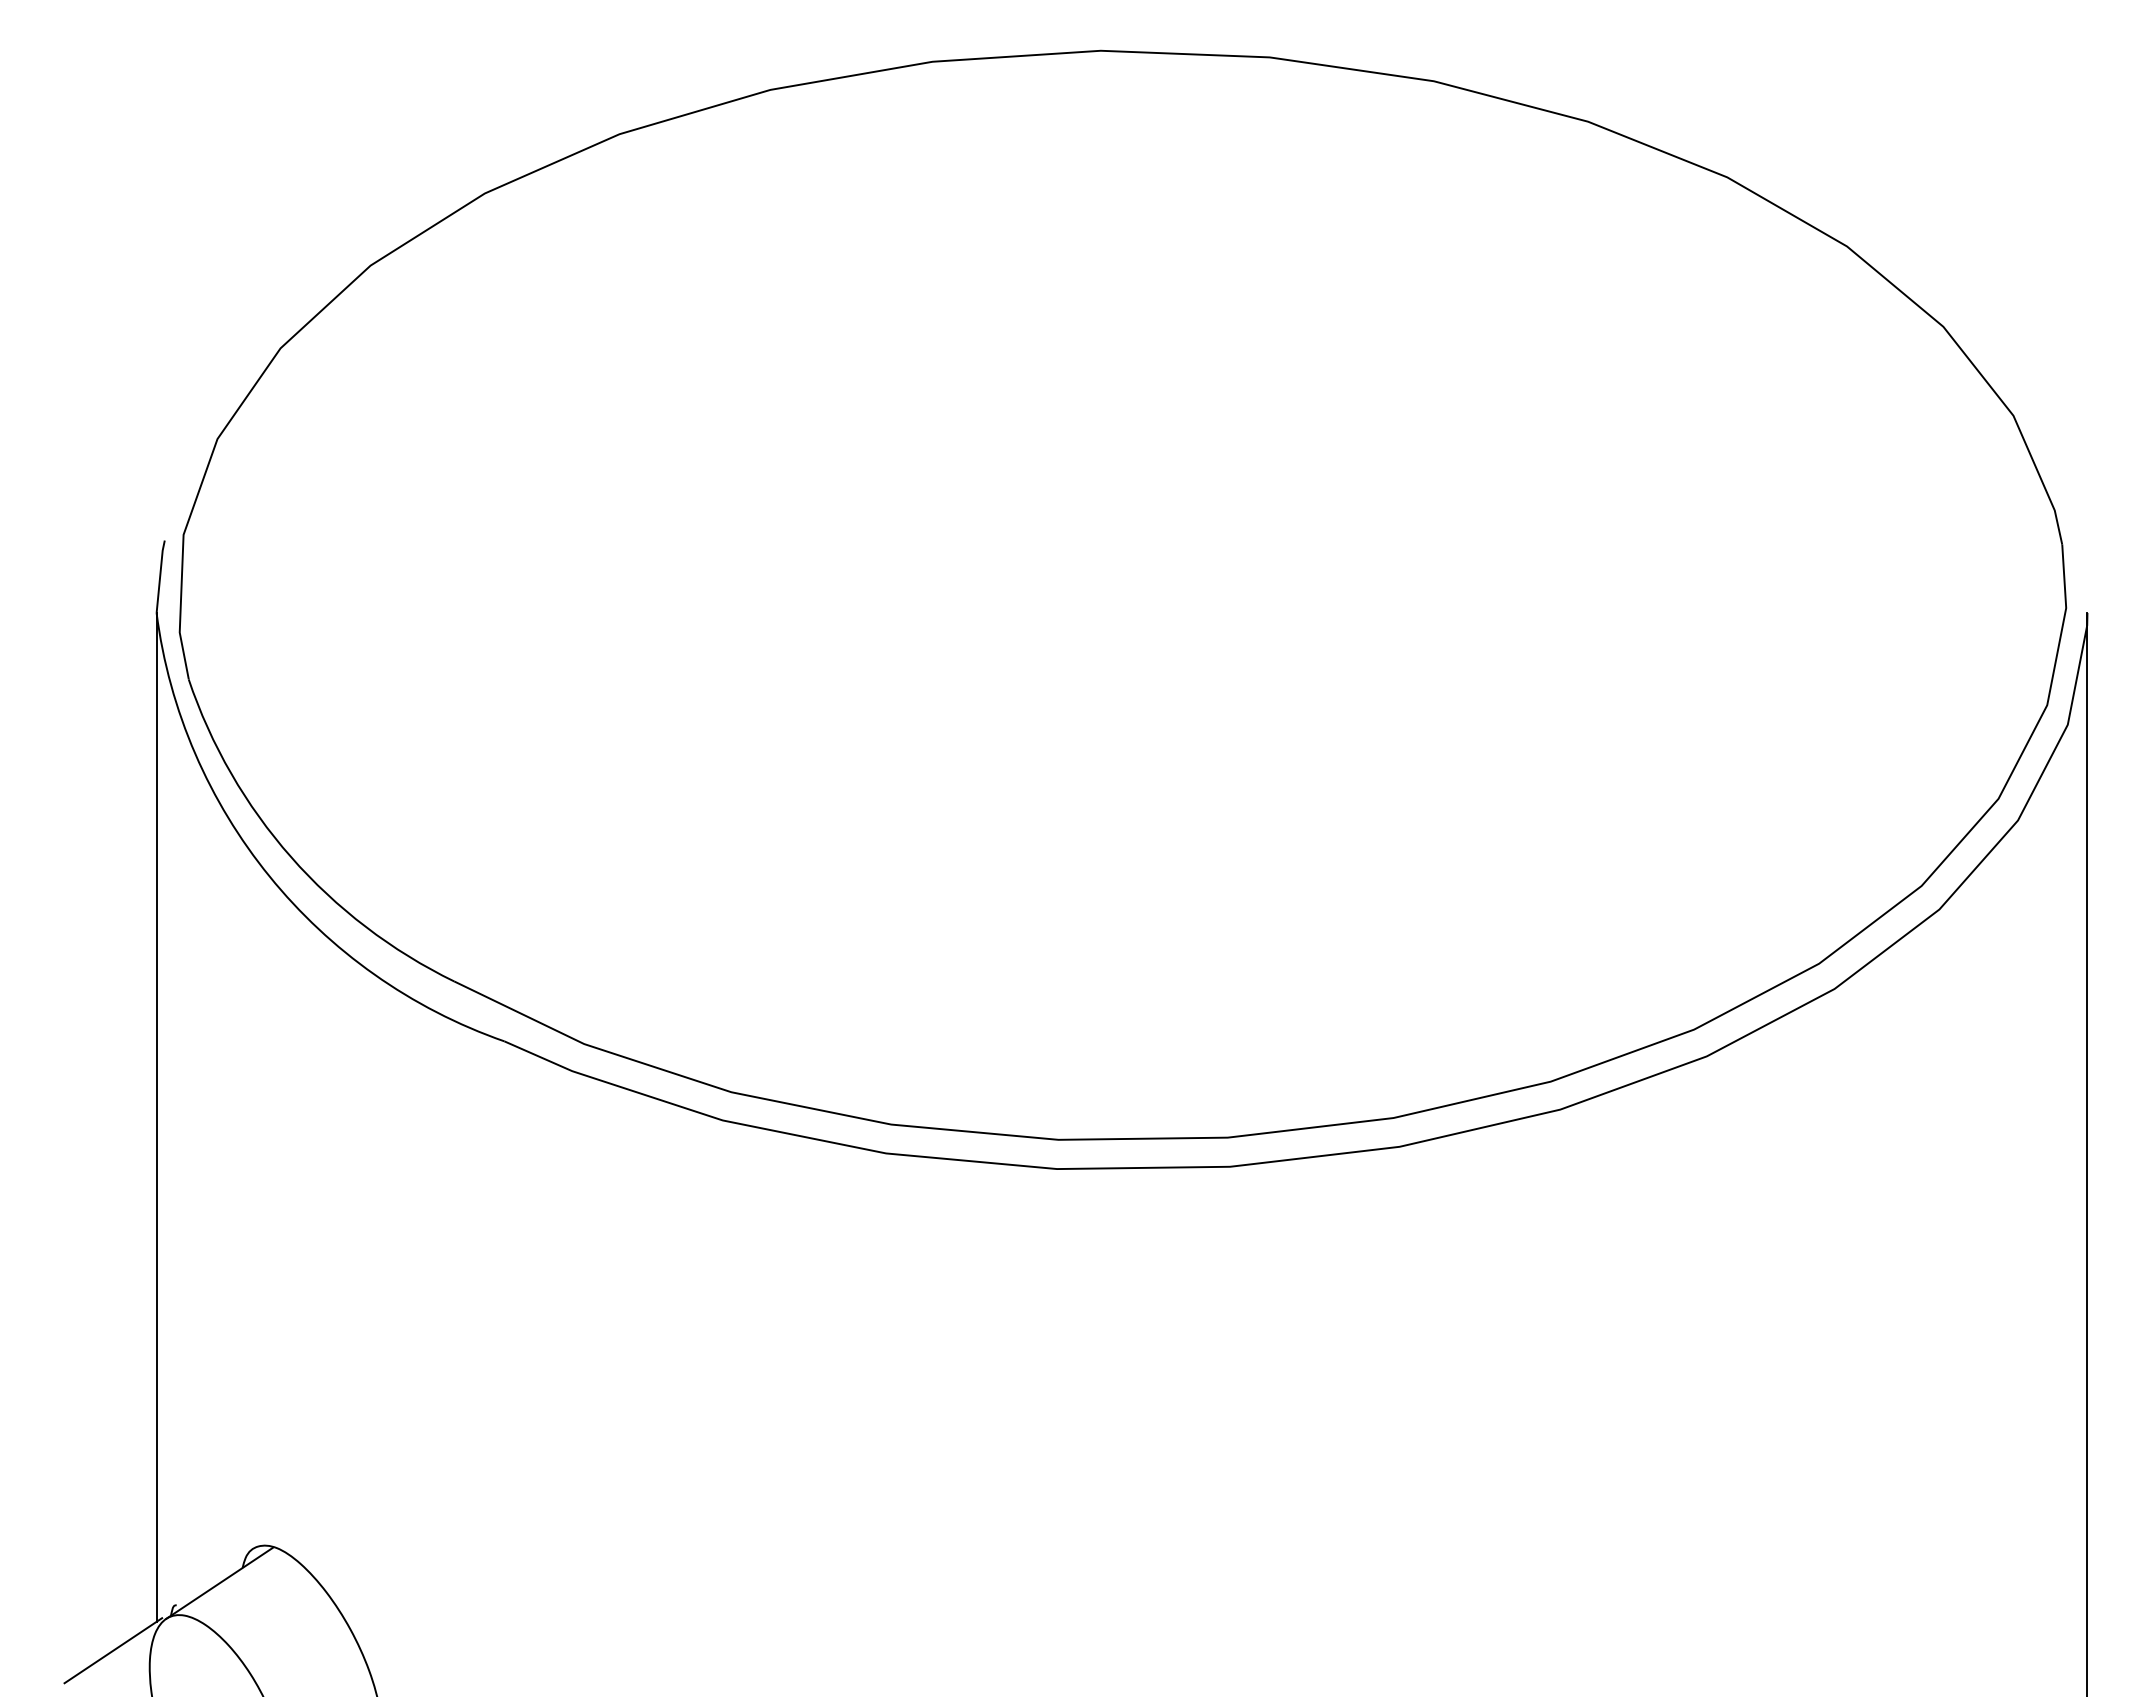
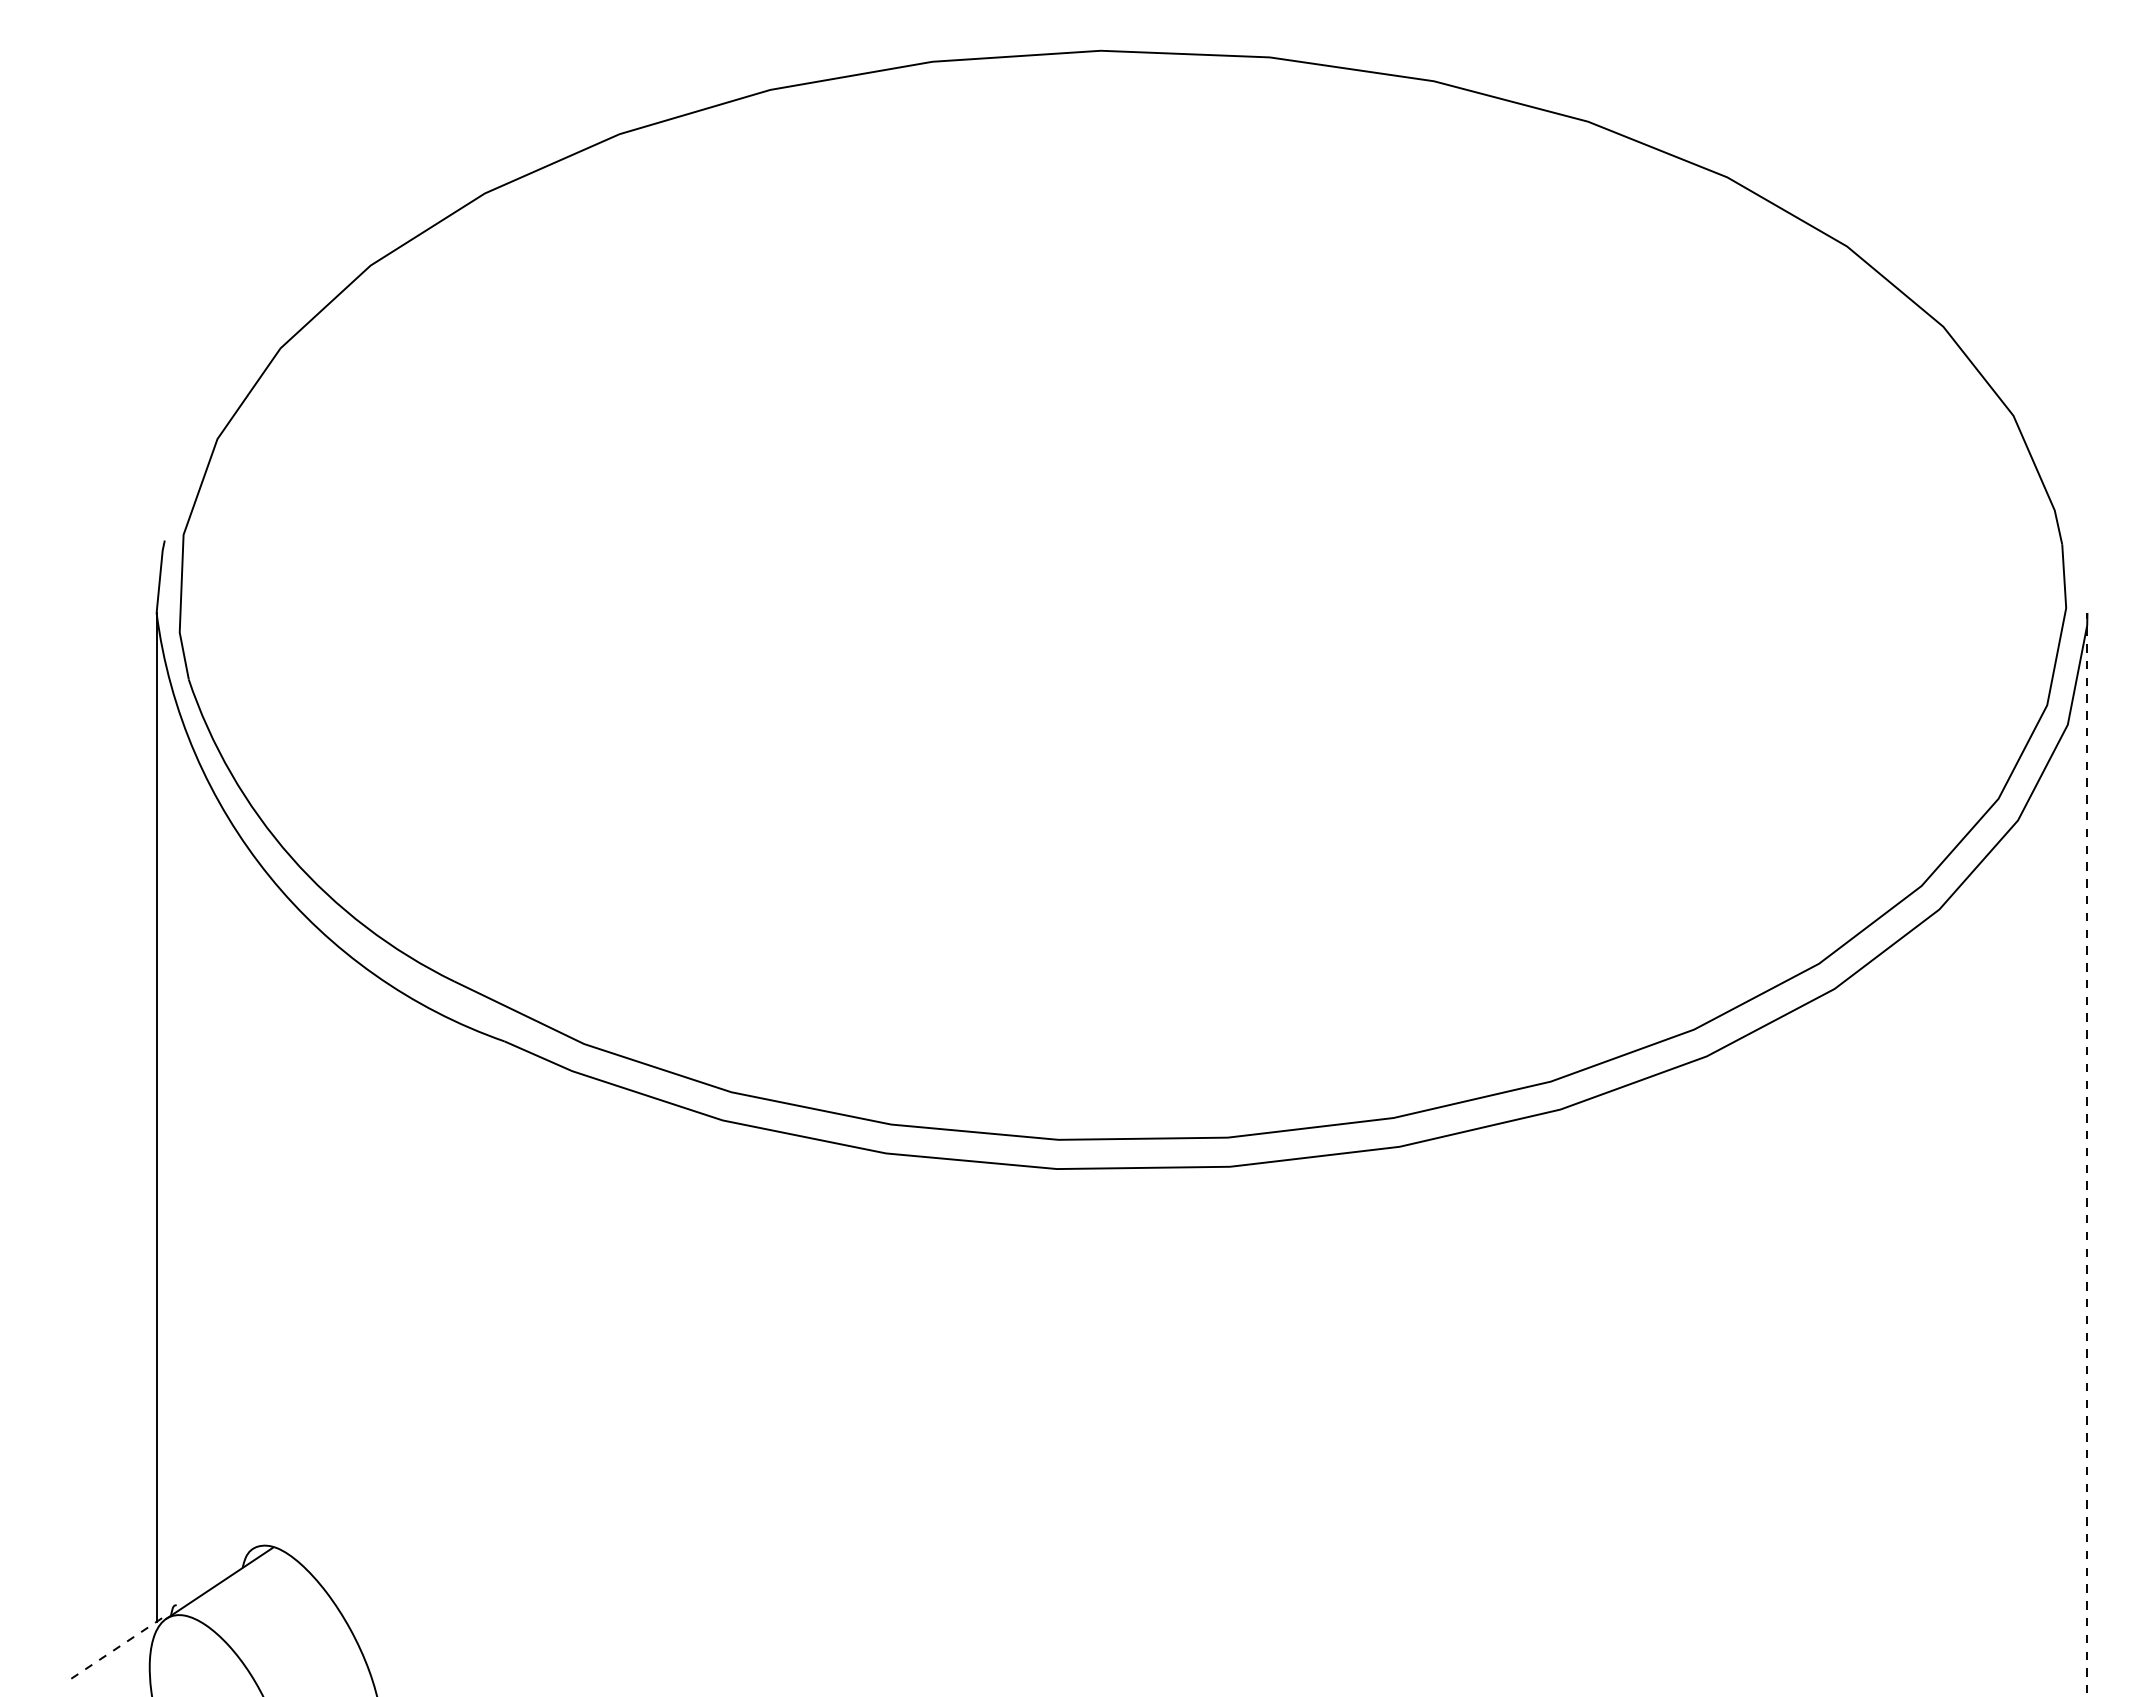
line at (2087, 1154): solid -> dashed
line at (113, 1650): solid -> dashed
